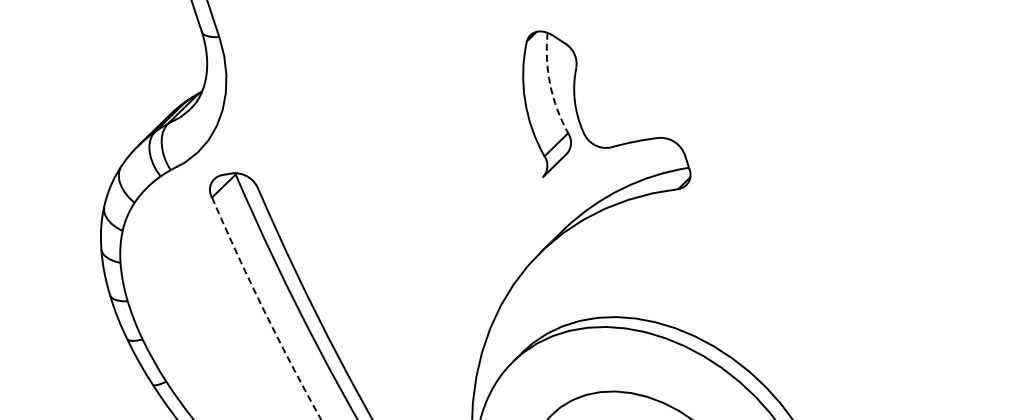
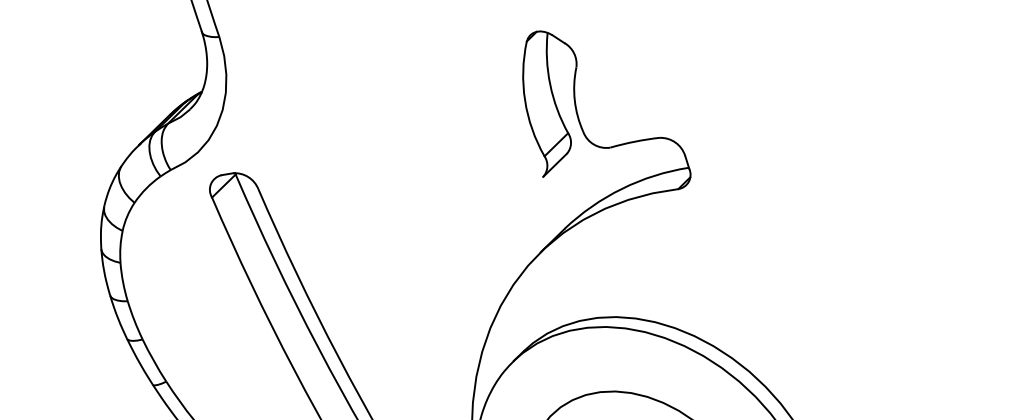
arc at (550, 84): dashed -> solid
arc at (264, 310): dashed -> solid
